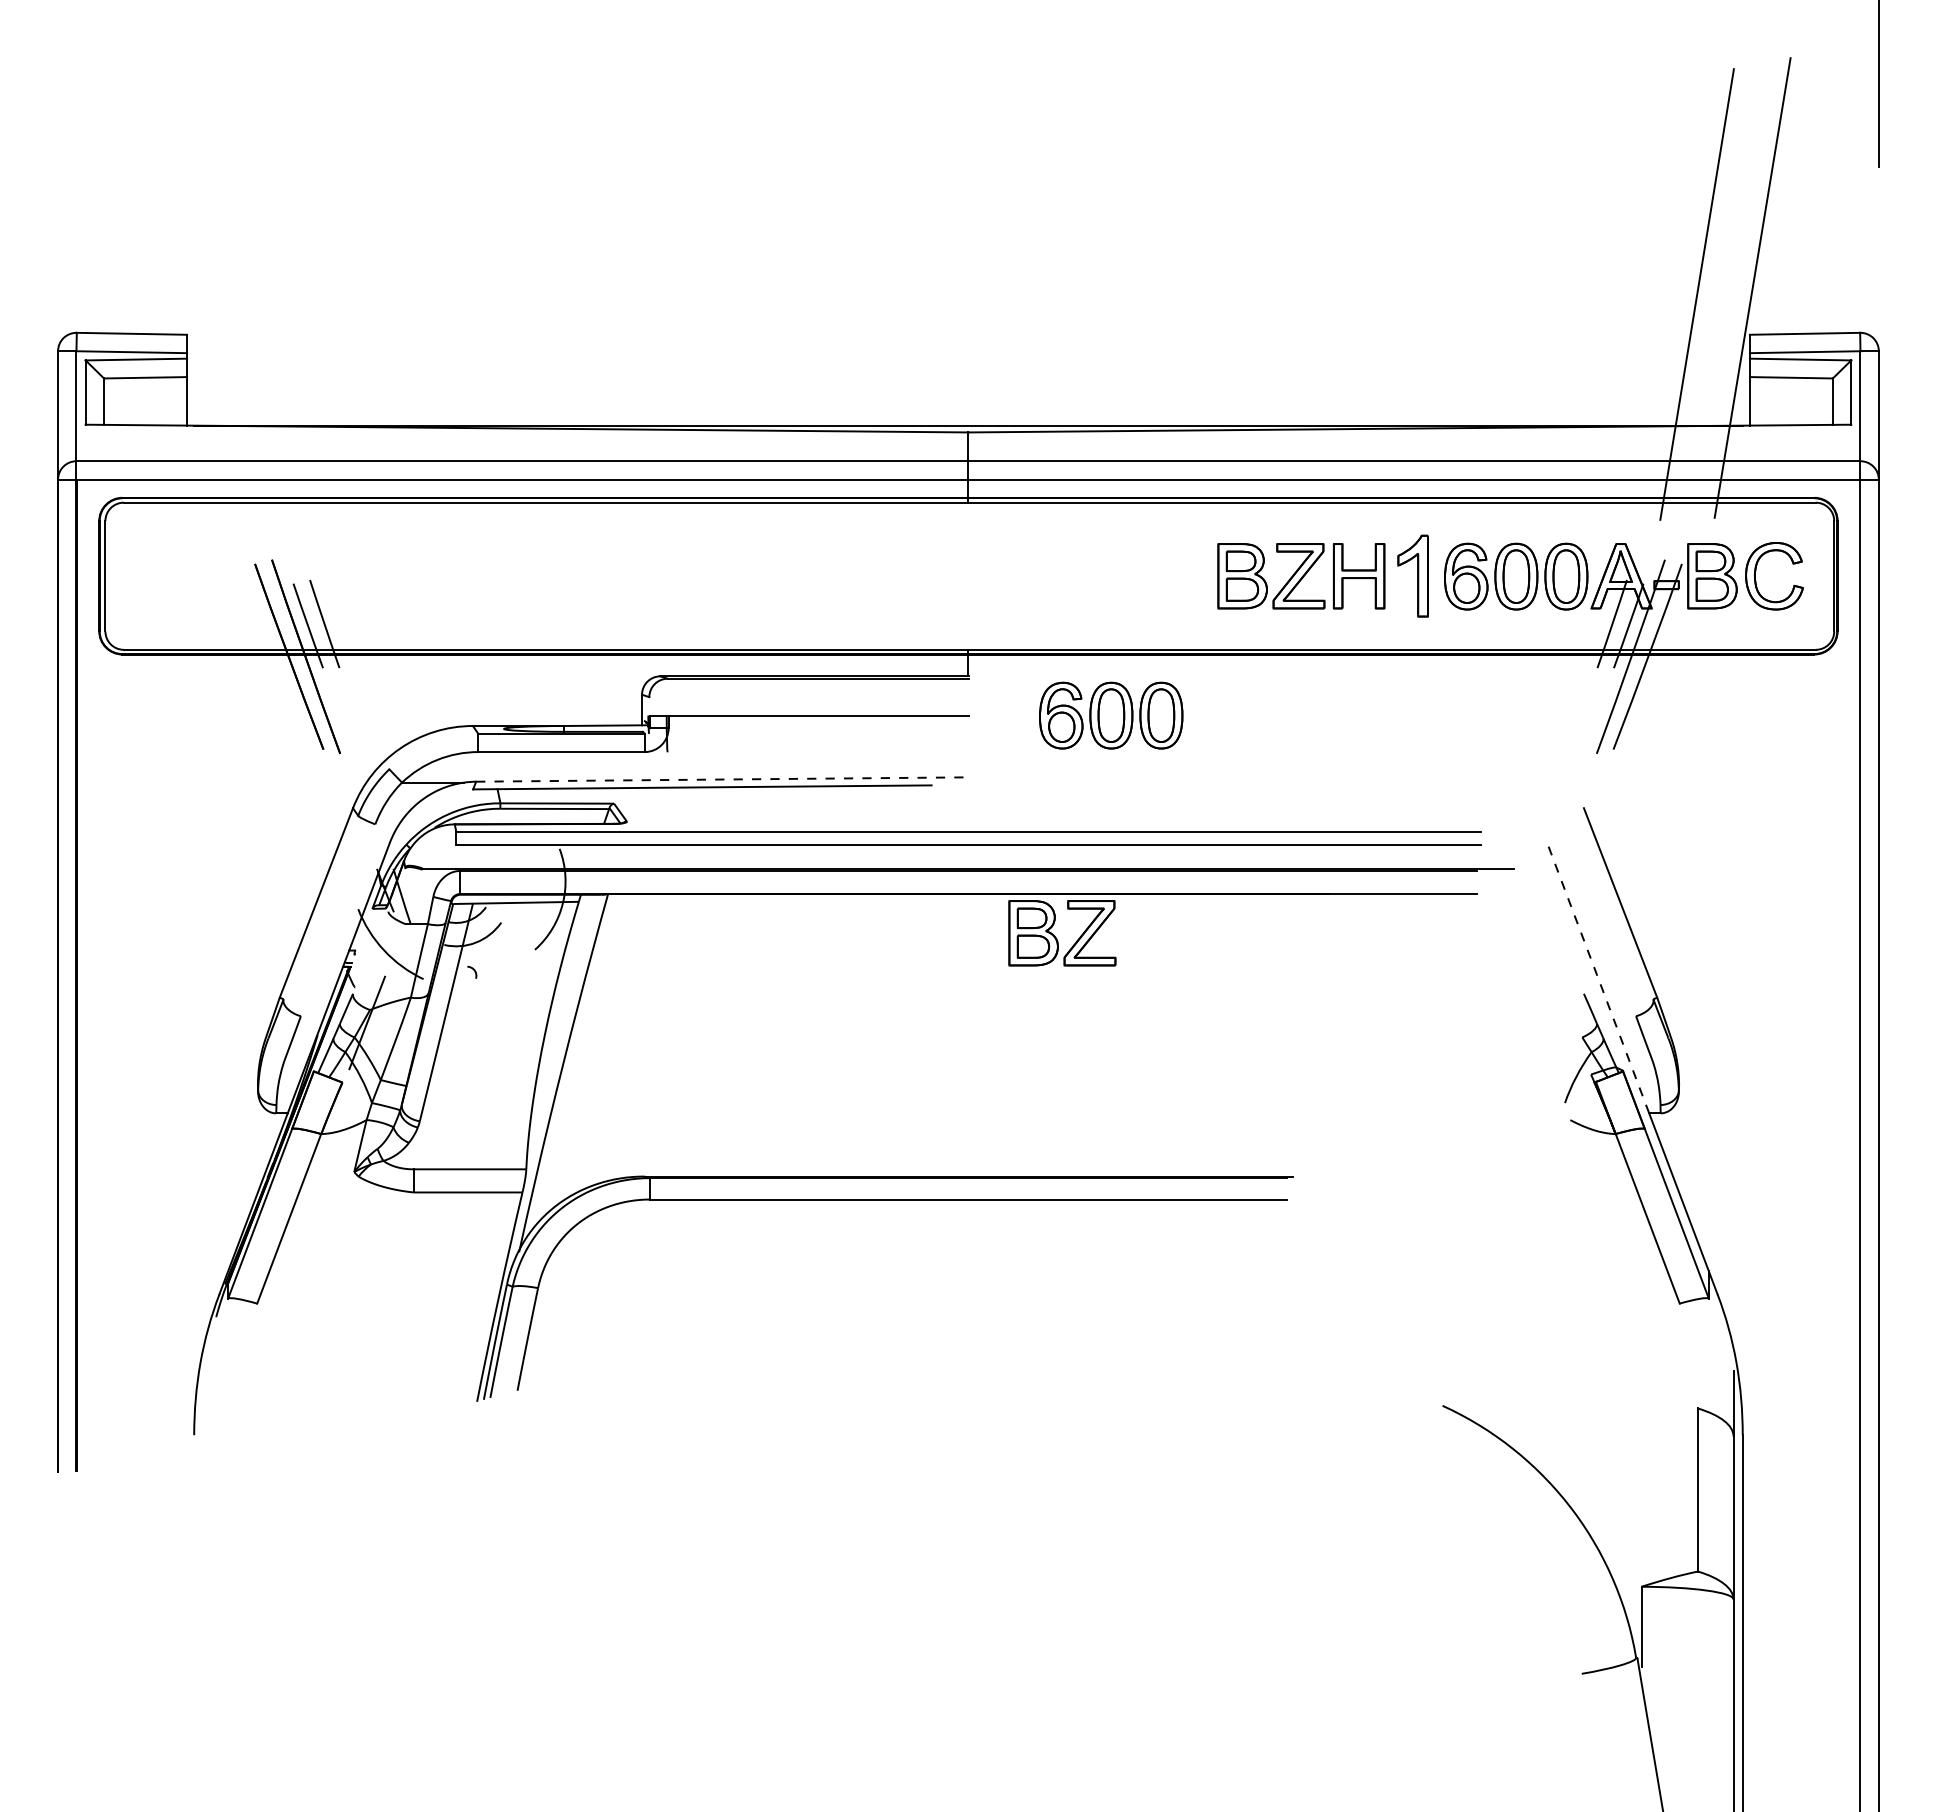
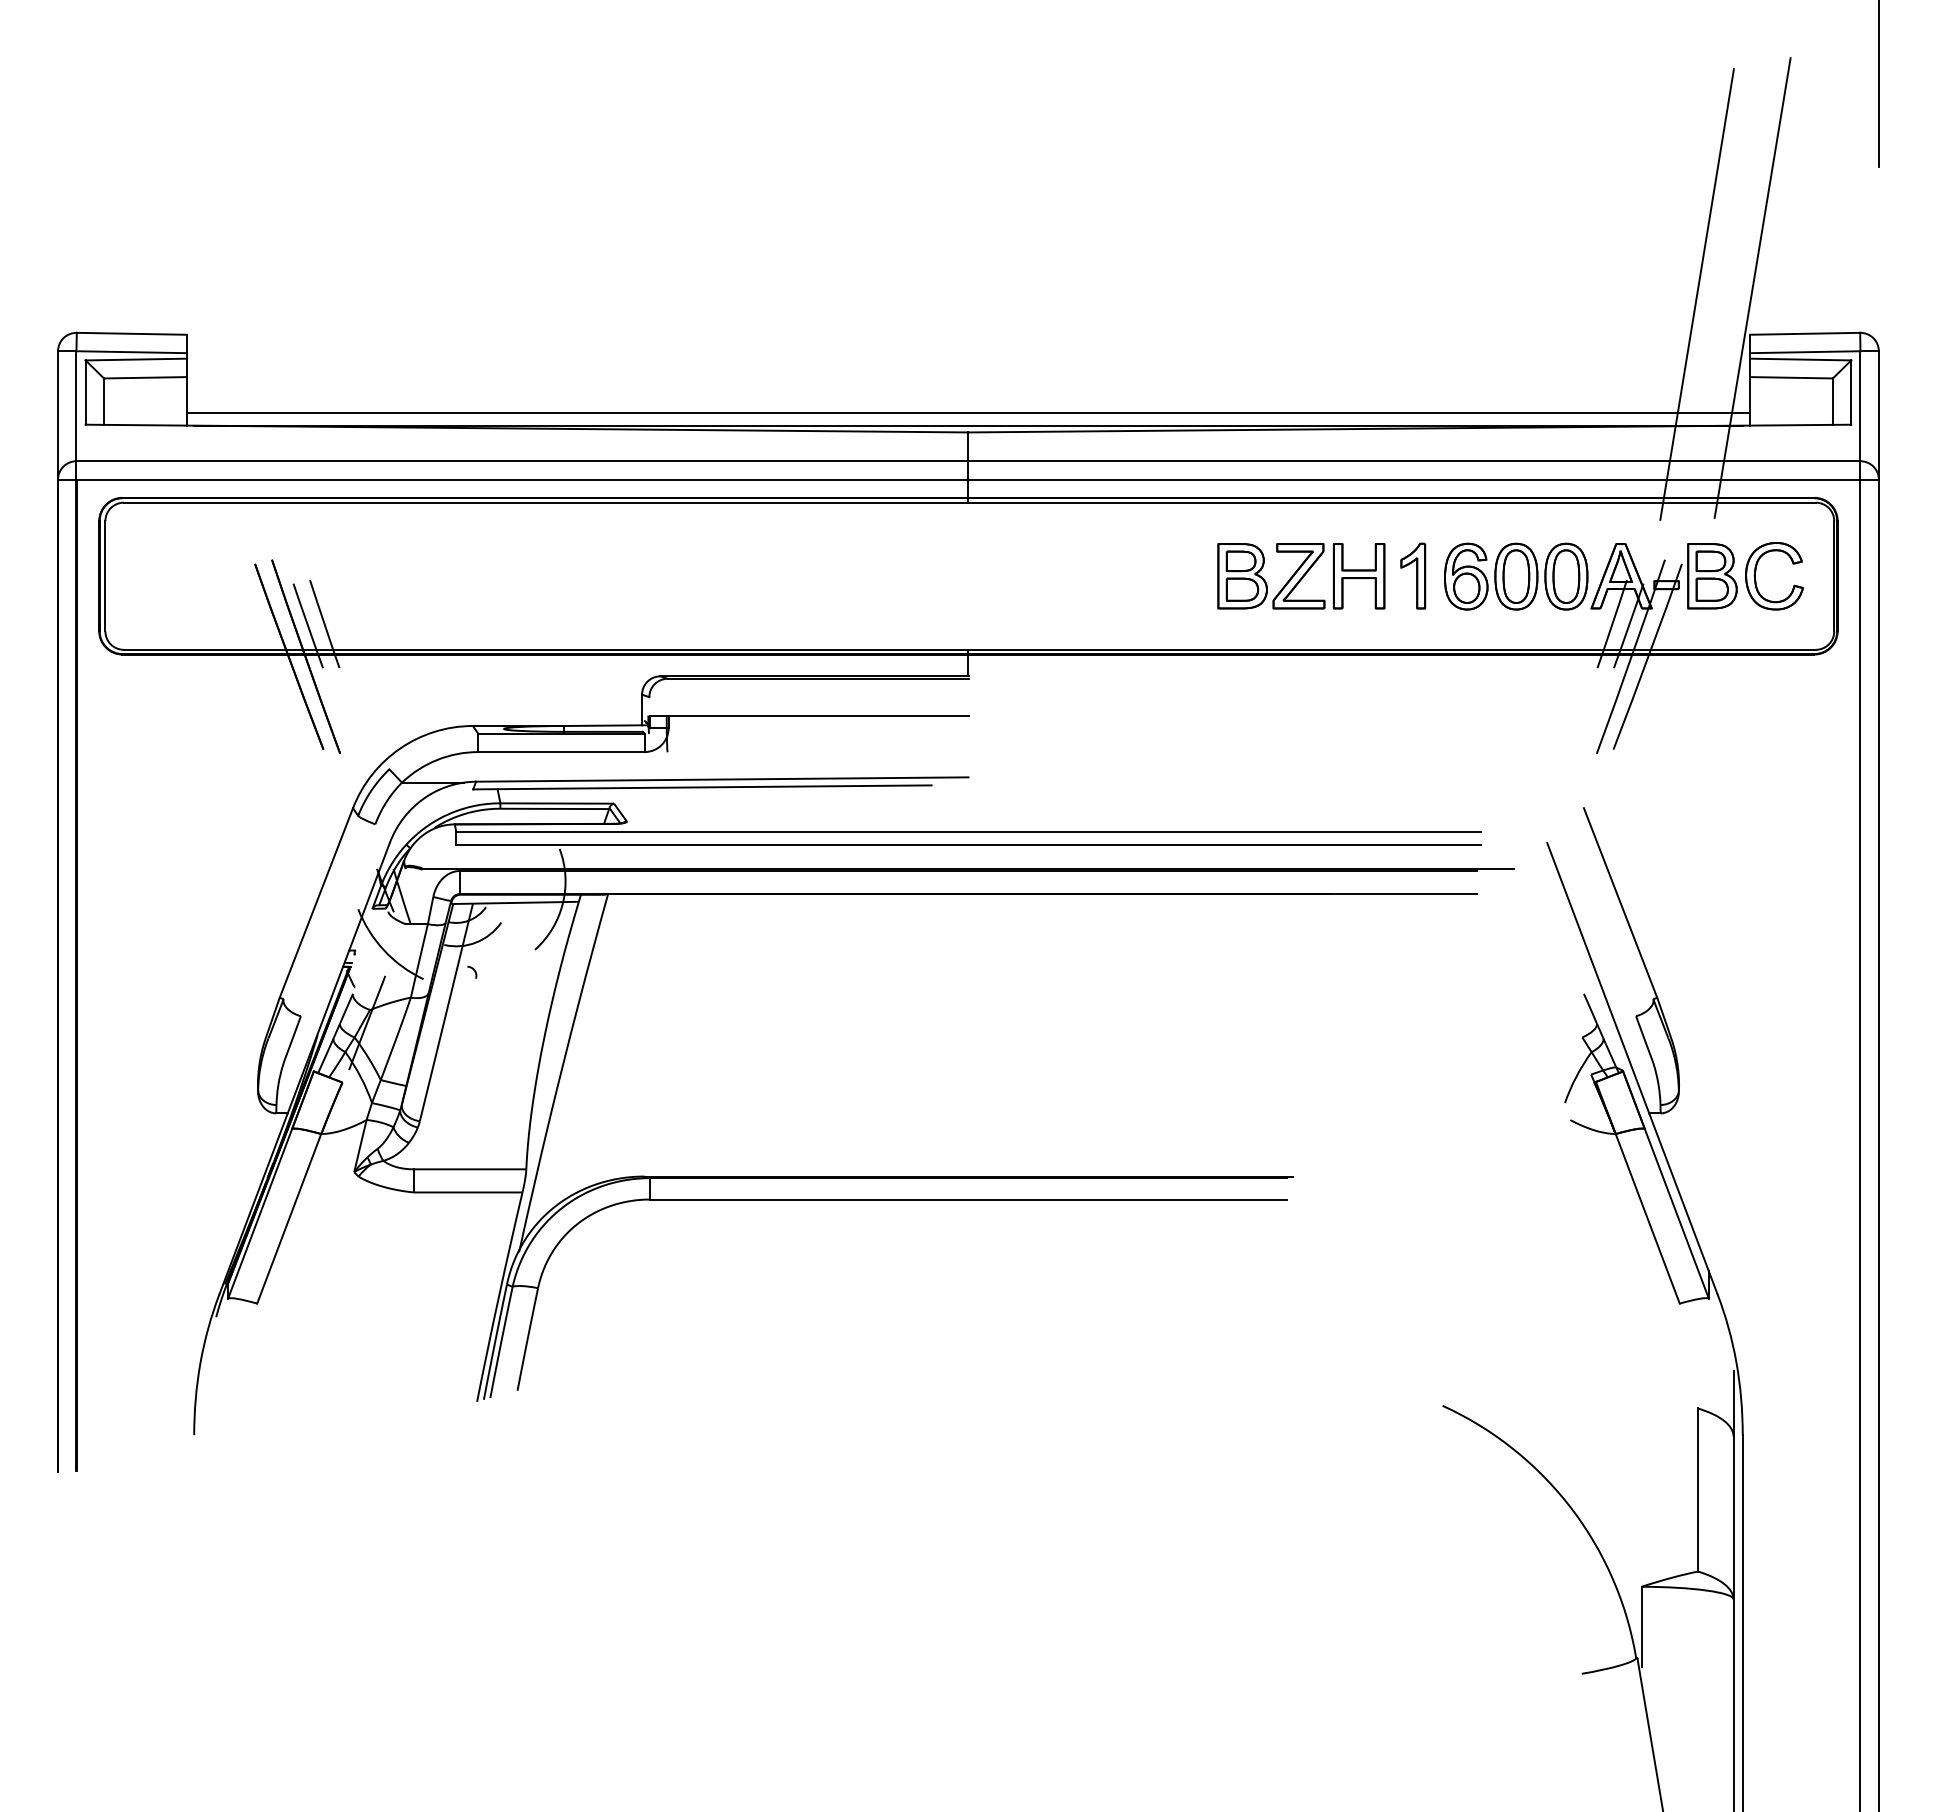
line at (968, 413): none -> present
part at (1412, 575) size: 32x84 px -> 27x68 px
part at (1111, 715): present -> none
line at (722, 779): dashed -> solid
part at (1056, 937): present -> none
line at (1598, 977): dashed -> solid
